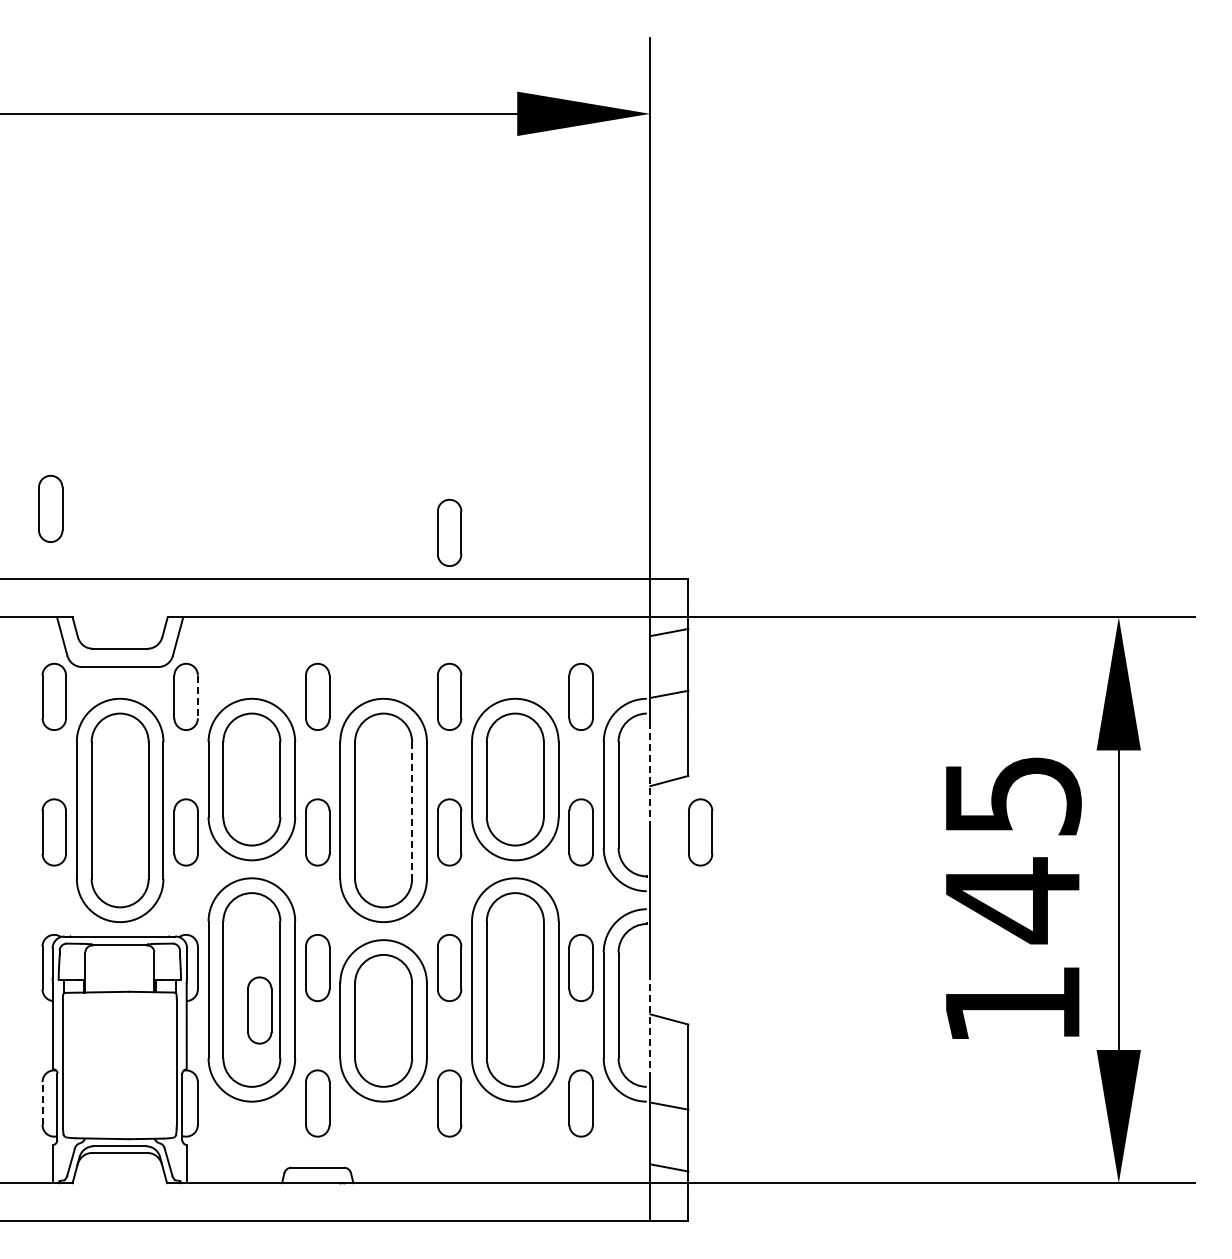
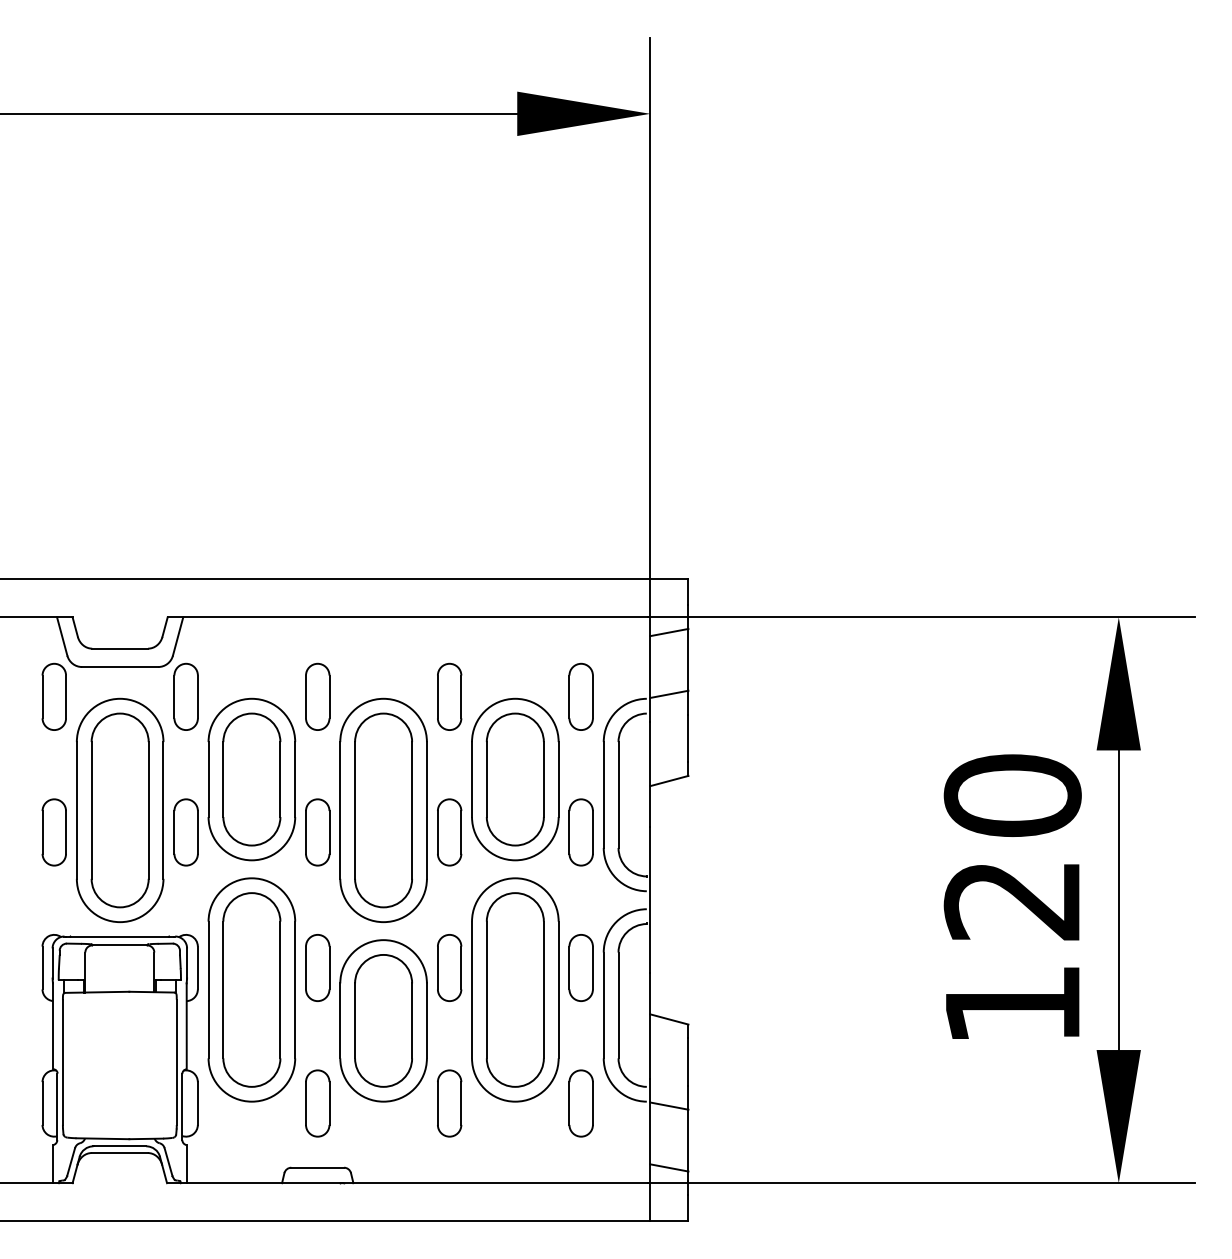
part at (50, 508): present -> none
part at (449, 532): present -> none
line at (197, 697): dashed -> solid
line at (650, 774): dashed -> solid
line at (412, 810): dashed -> solid
part at (700, 832): present -> none
text at (1012, 849): 145 -> 120
part at (259, 1010): present -> none
line at (650, 1025): dashed -> solid
line at (42, 1103): dashed -> solid
